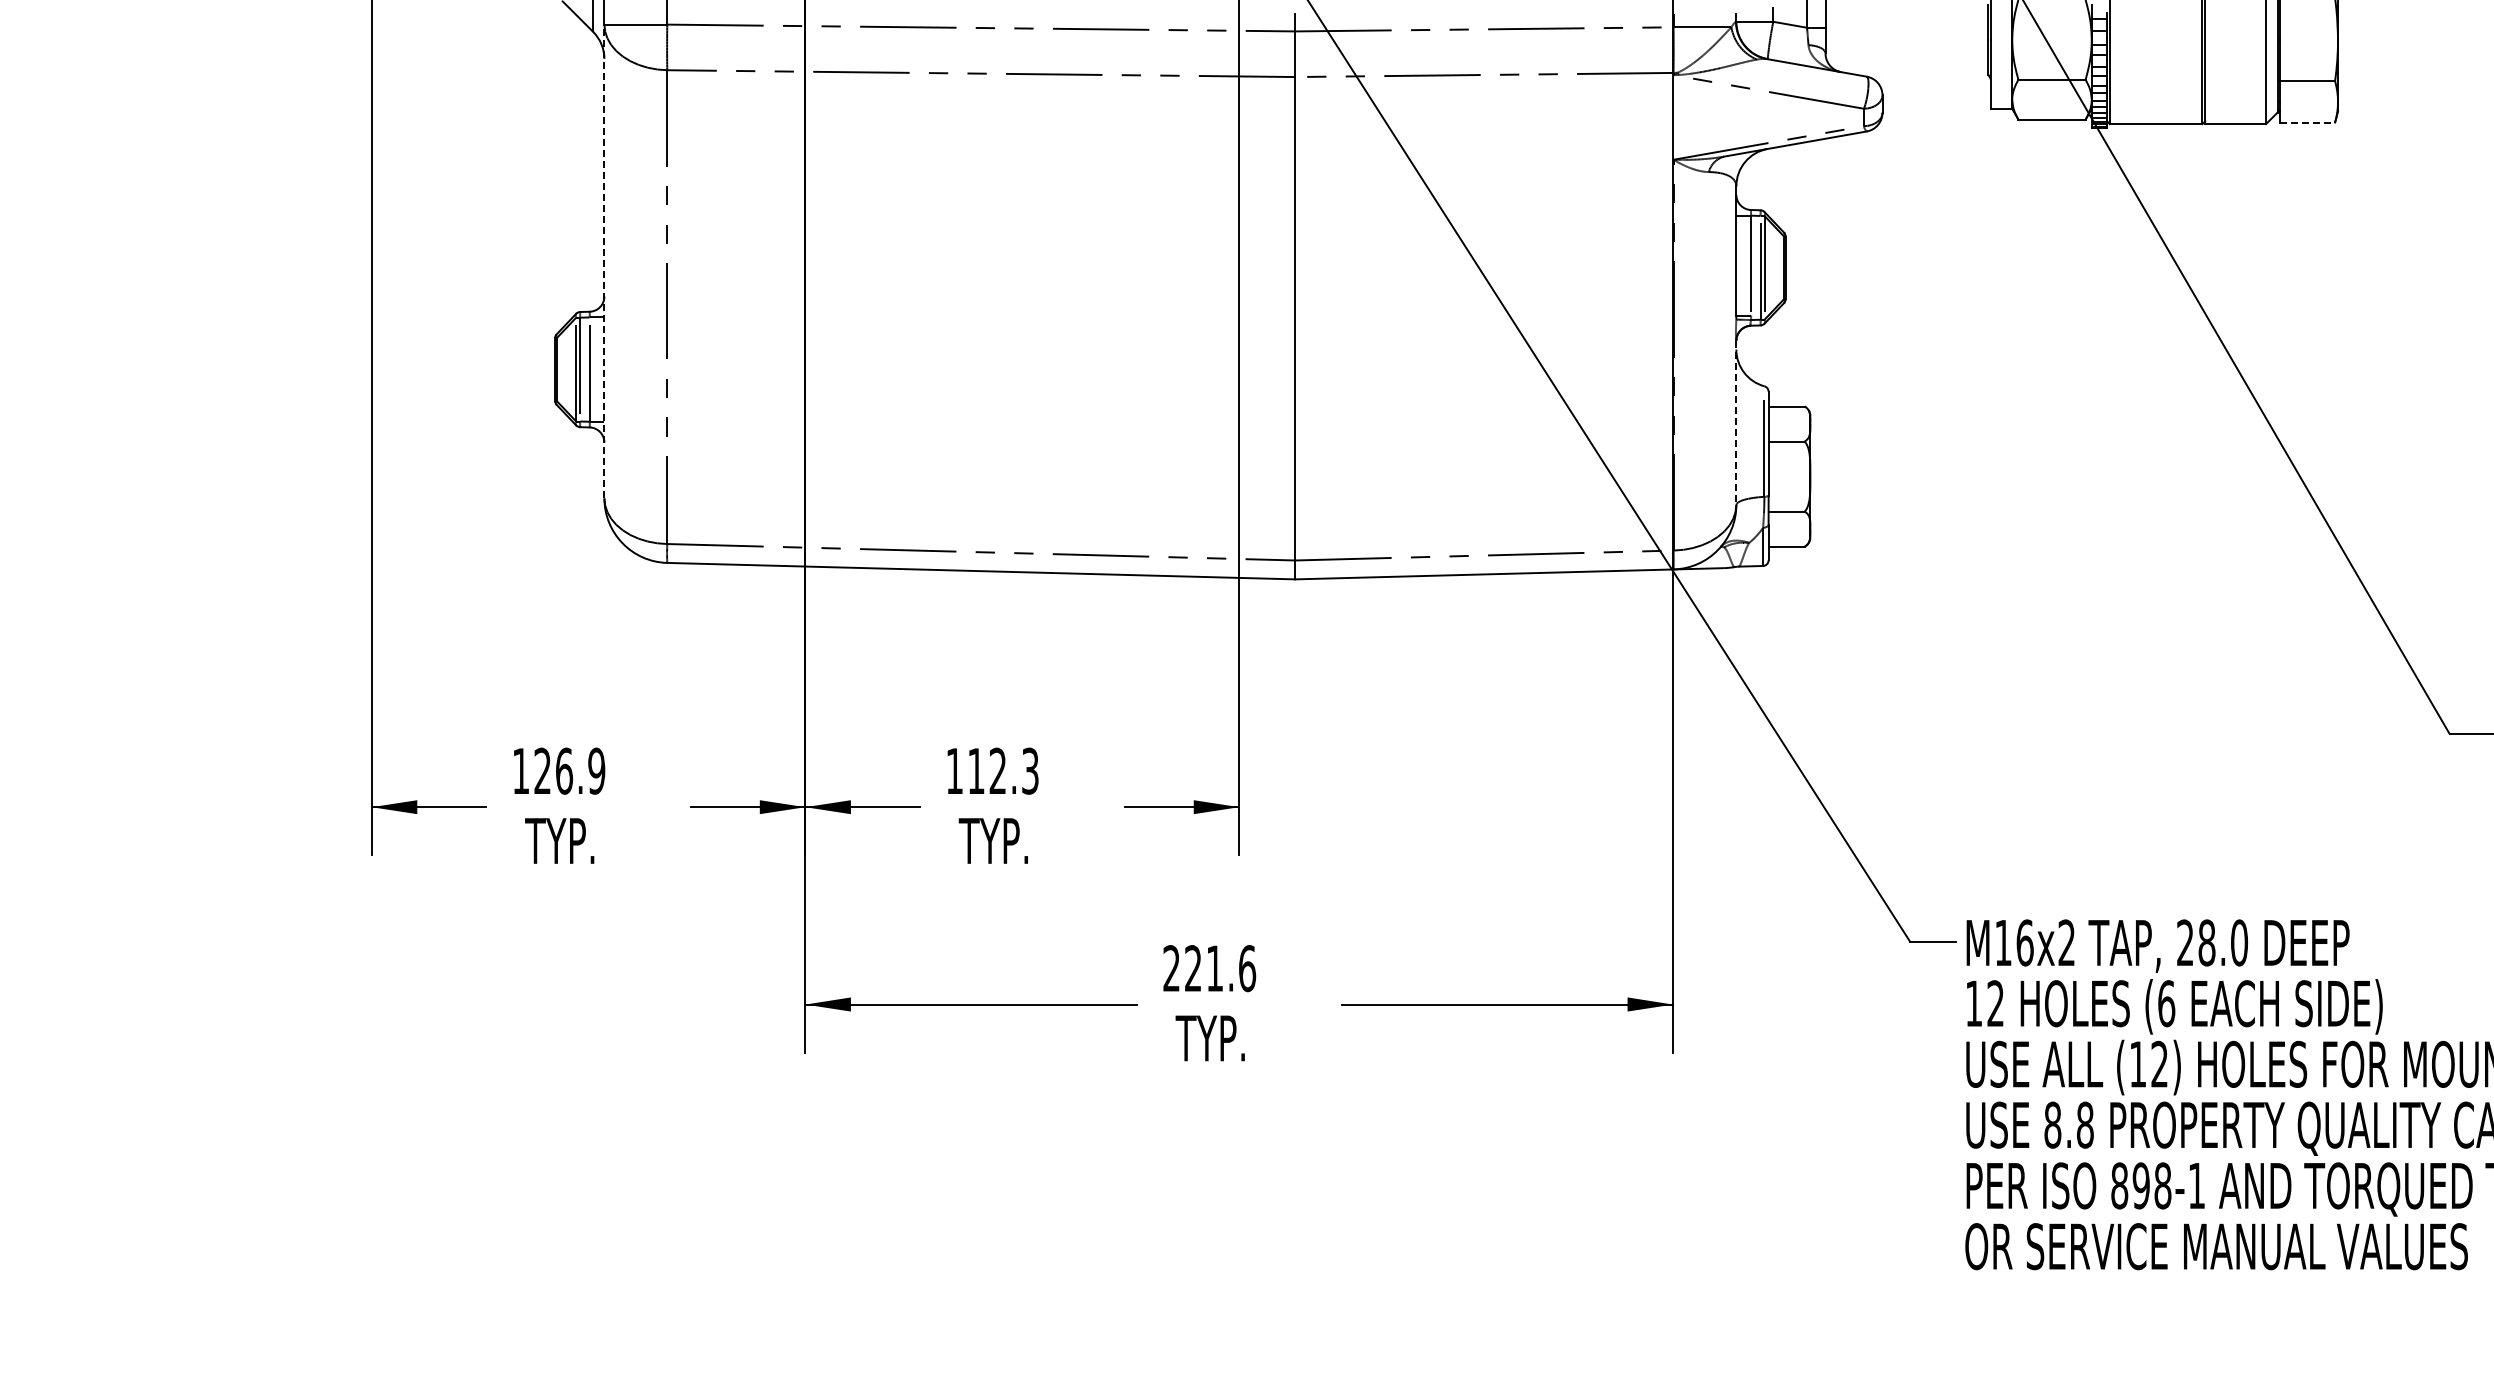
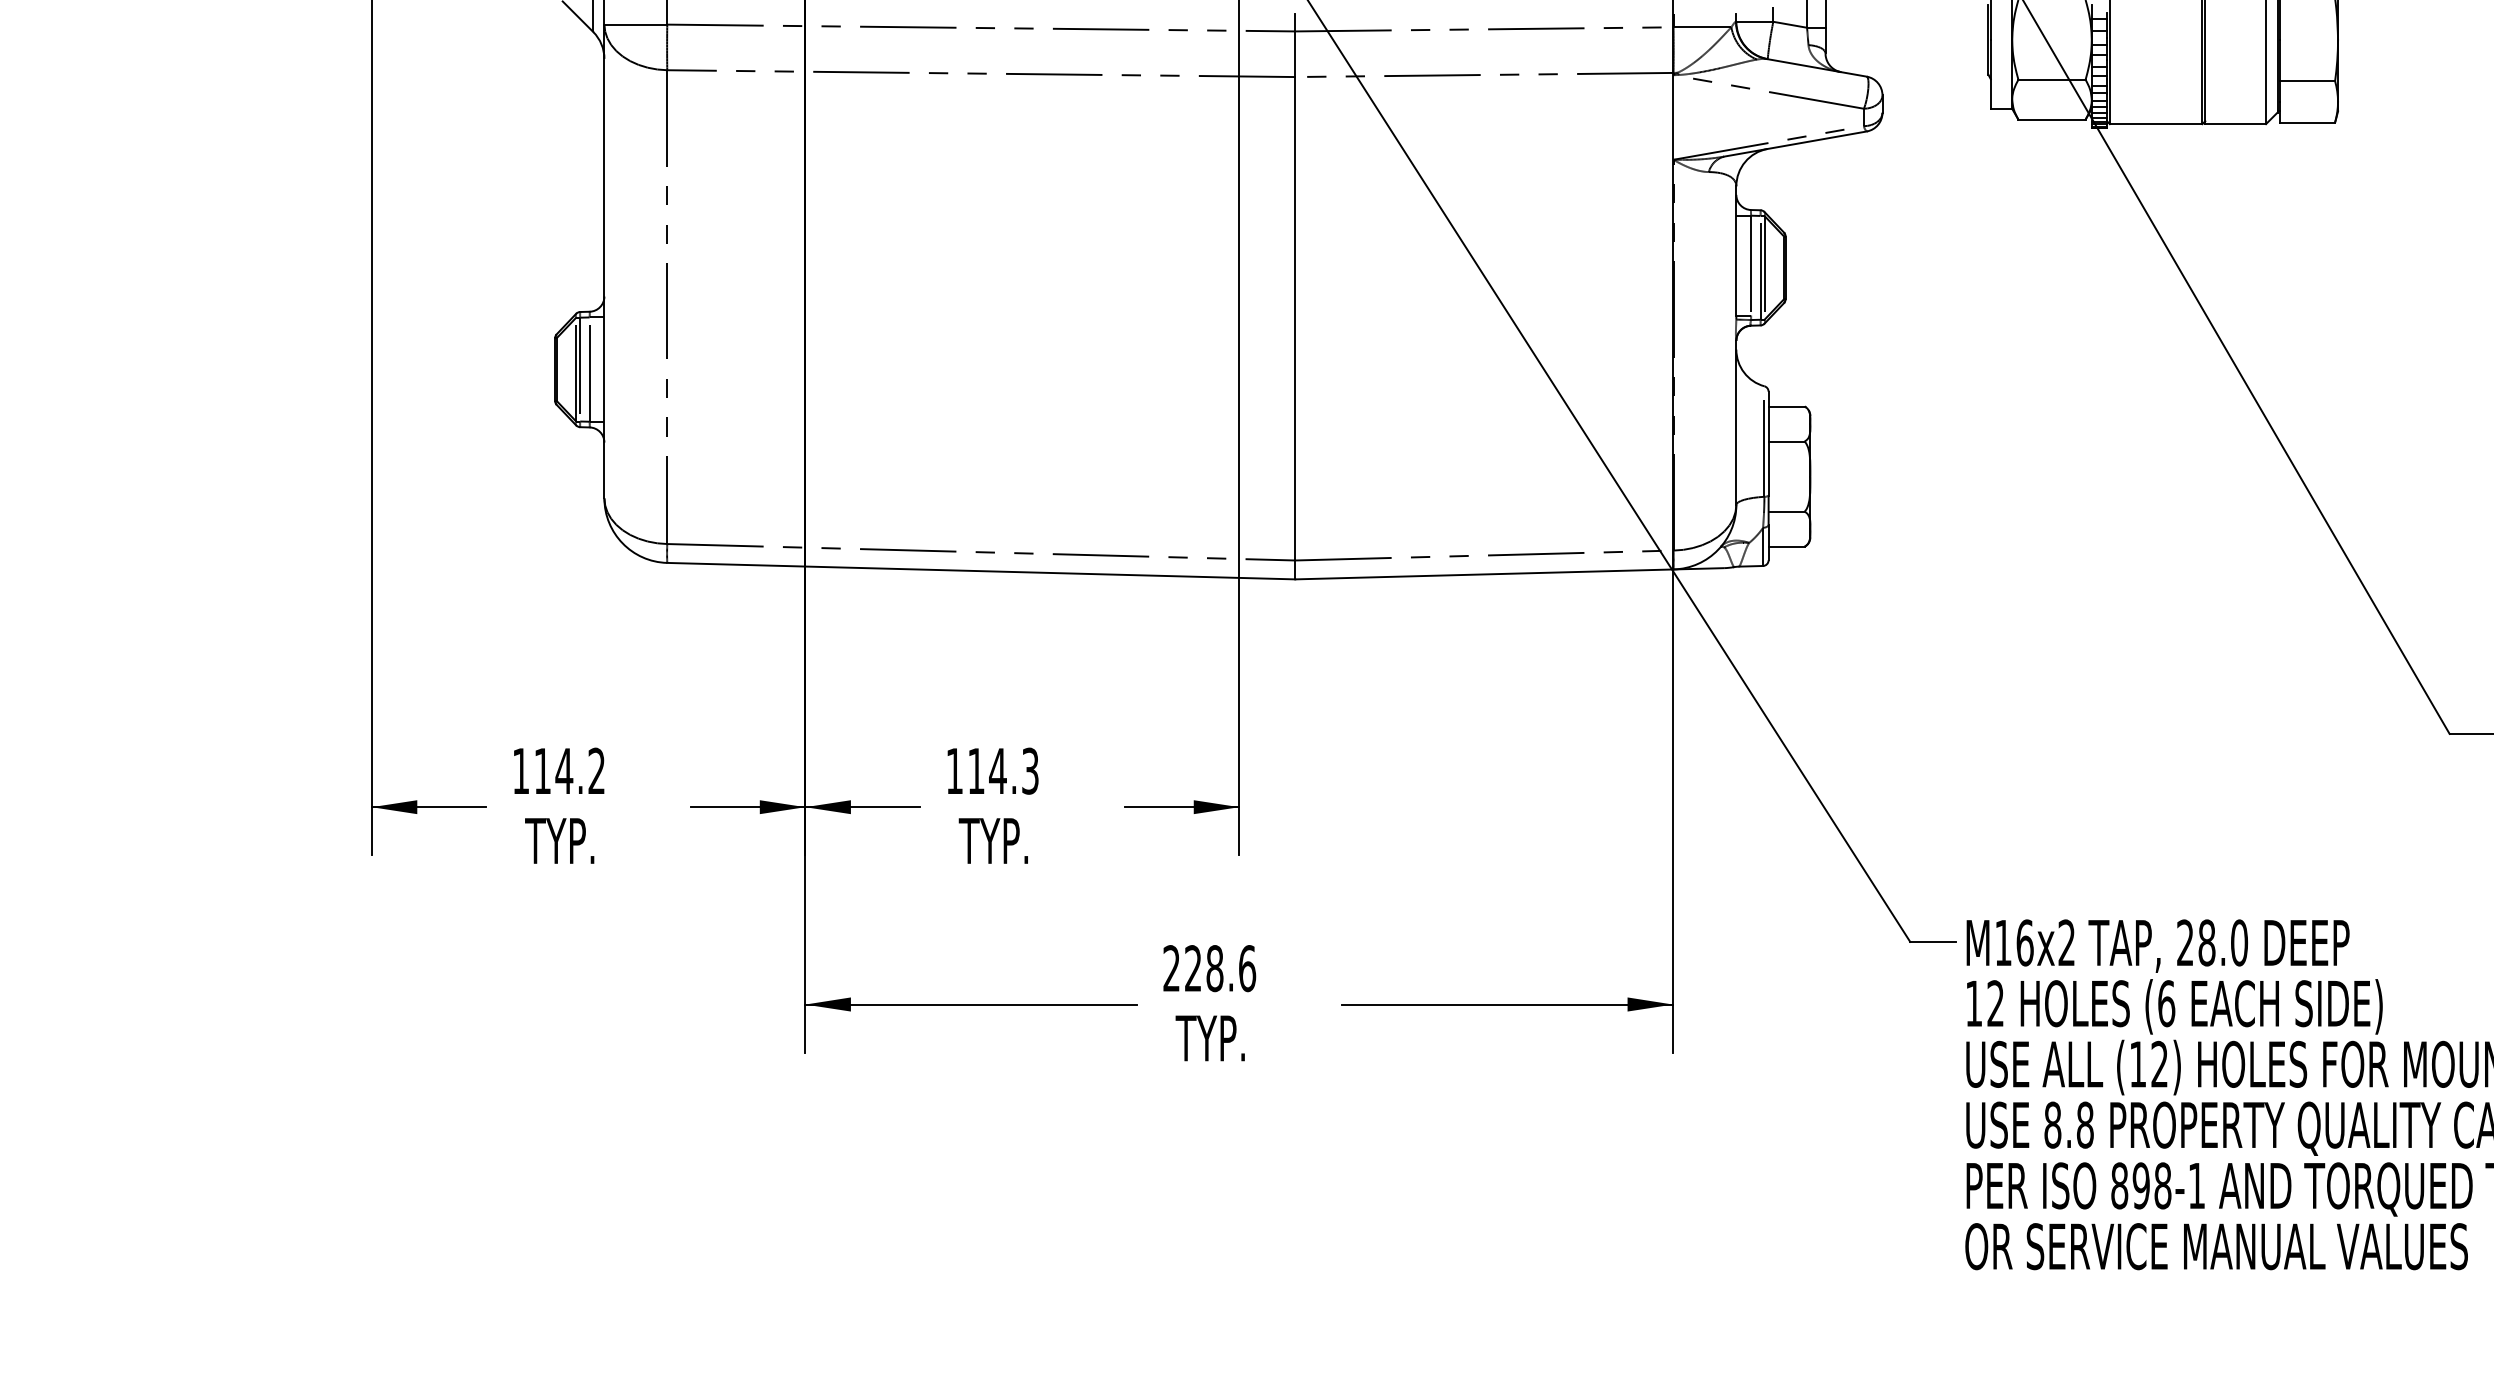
line at (2307, 122): dashed -> solid
line at (604, 261): dashed -> solid
line at (1736, 423): dashed -> solid
text at (569, 770): 126.9 -> 114.2
text at (997, 770): 112.3 -> 114.3
text at (1214, 968): 221.6 -> 228.6
